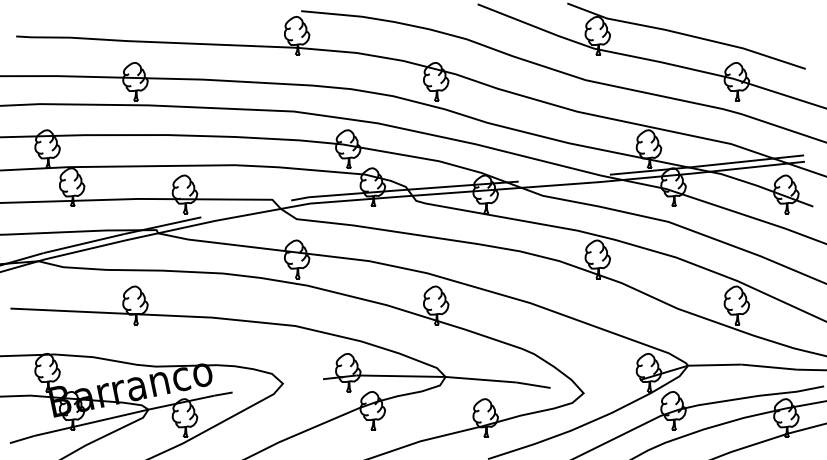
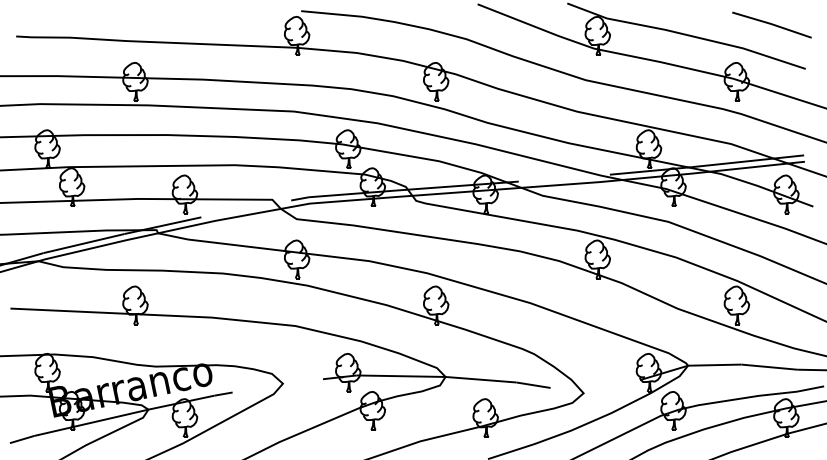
line at (771, 24): none -> present
